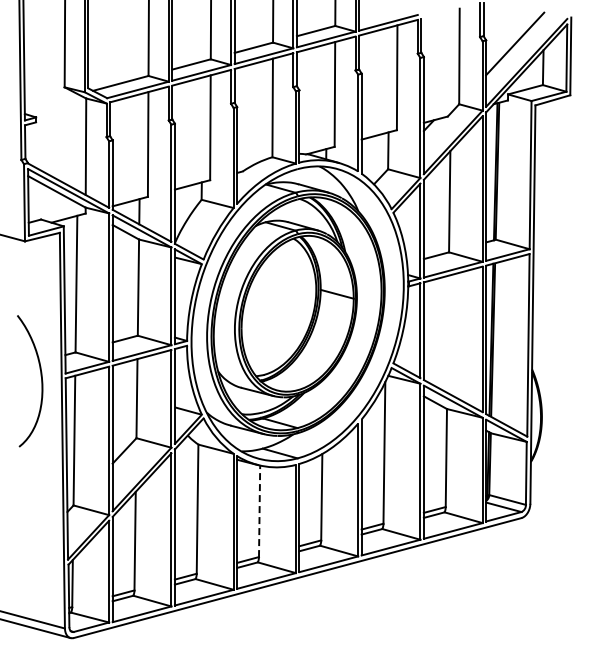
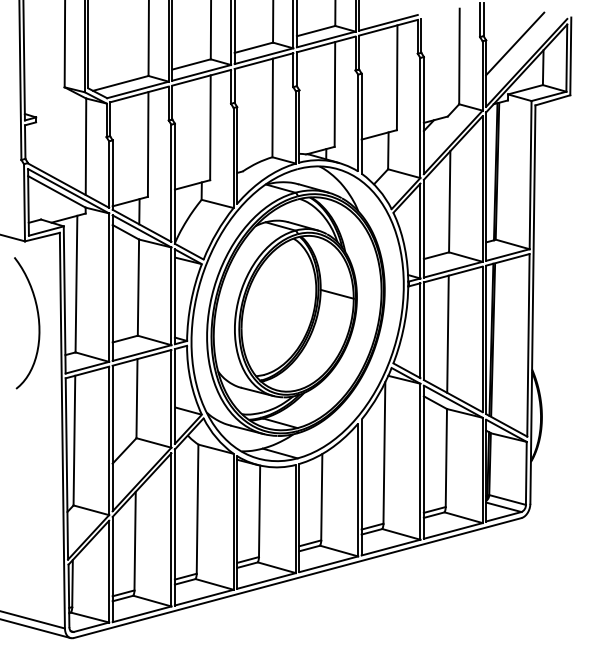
line at (447, 333): none -> present
curve at (41, 381) position: (41, 381) -> (38, 323)
line at (259, 511): dashed -> solid
